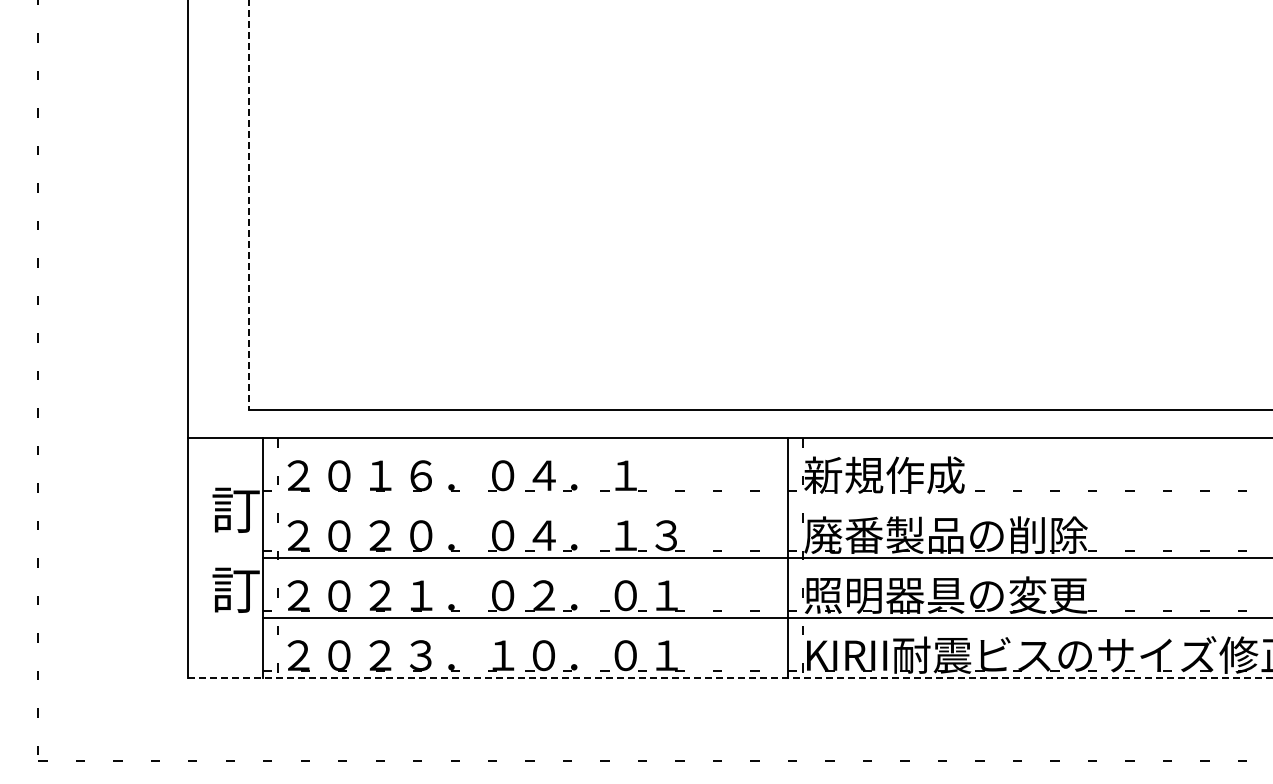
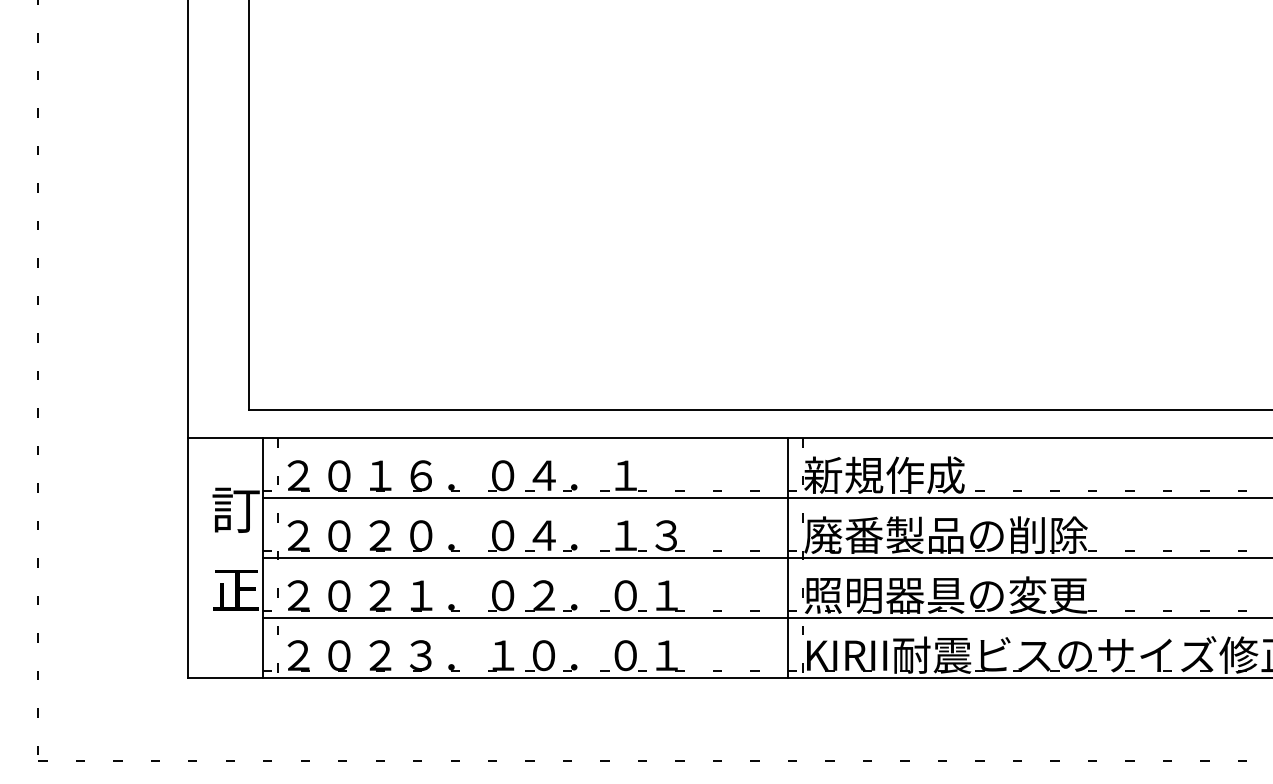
line at (248, 205): dashed -> solid
line at (766, 498): none -> present
text at (235, 589): 訂 -> 正
line at (730, 678): dashed -> solid
